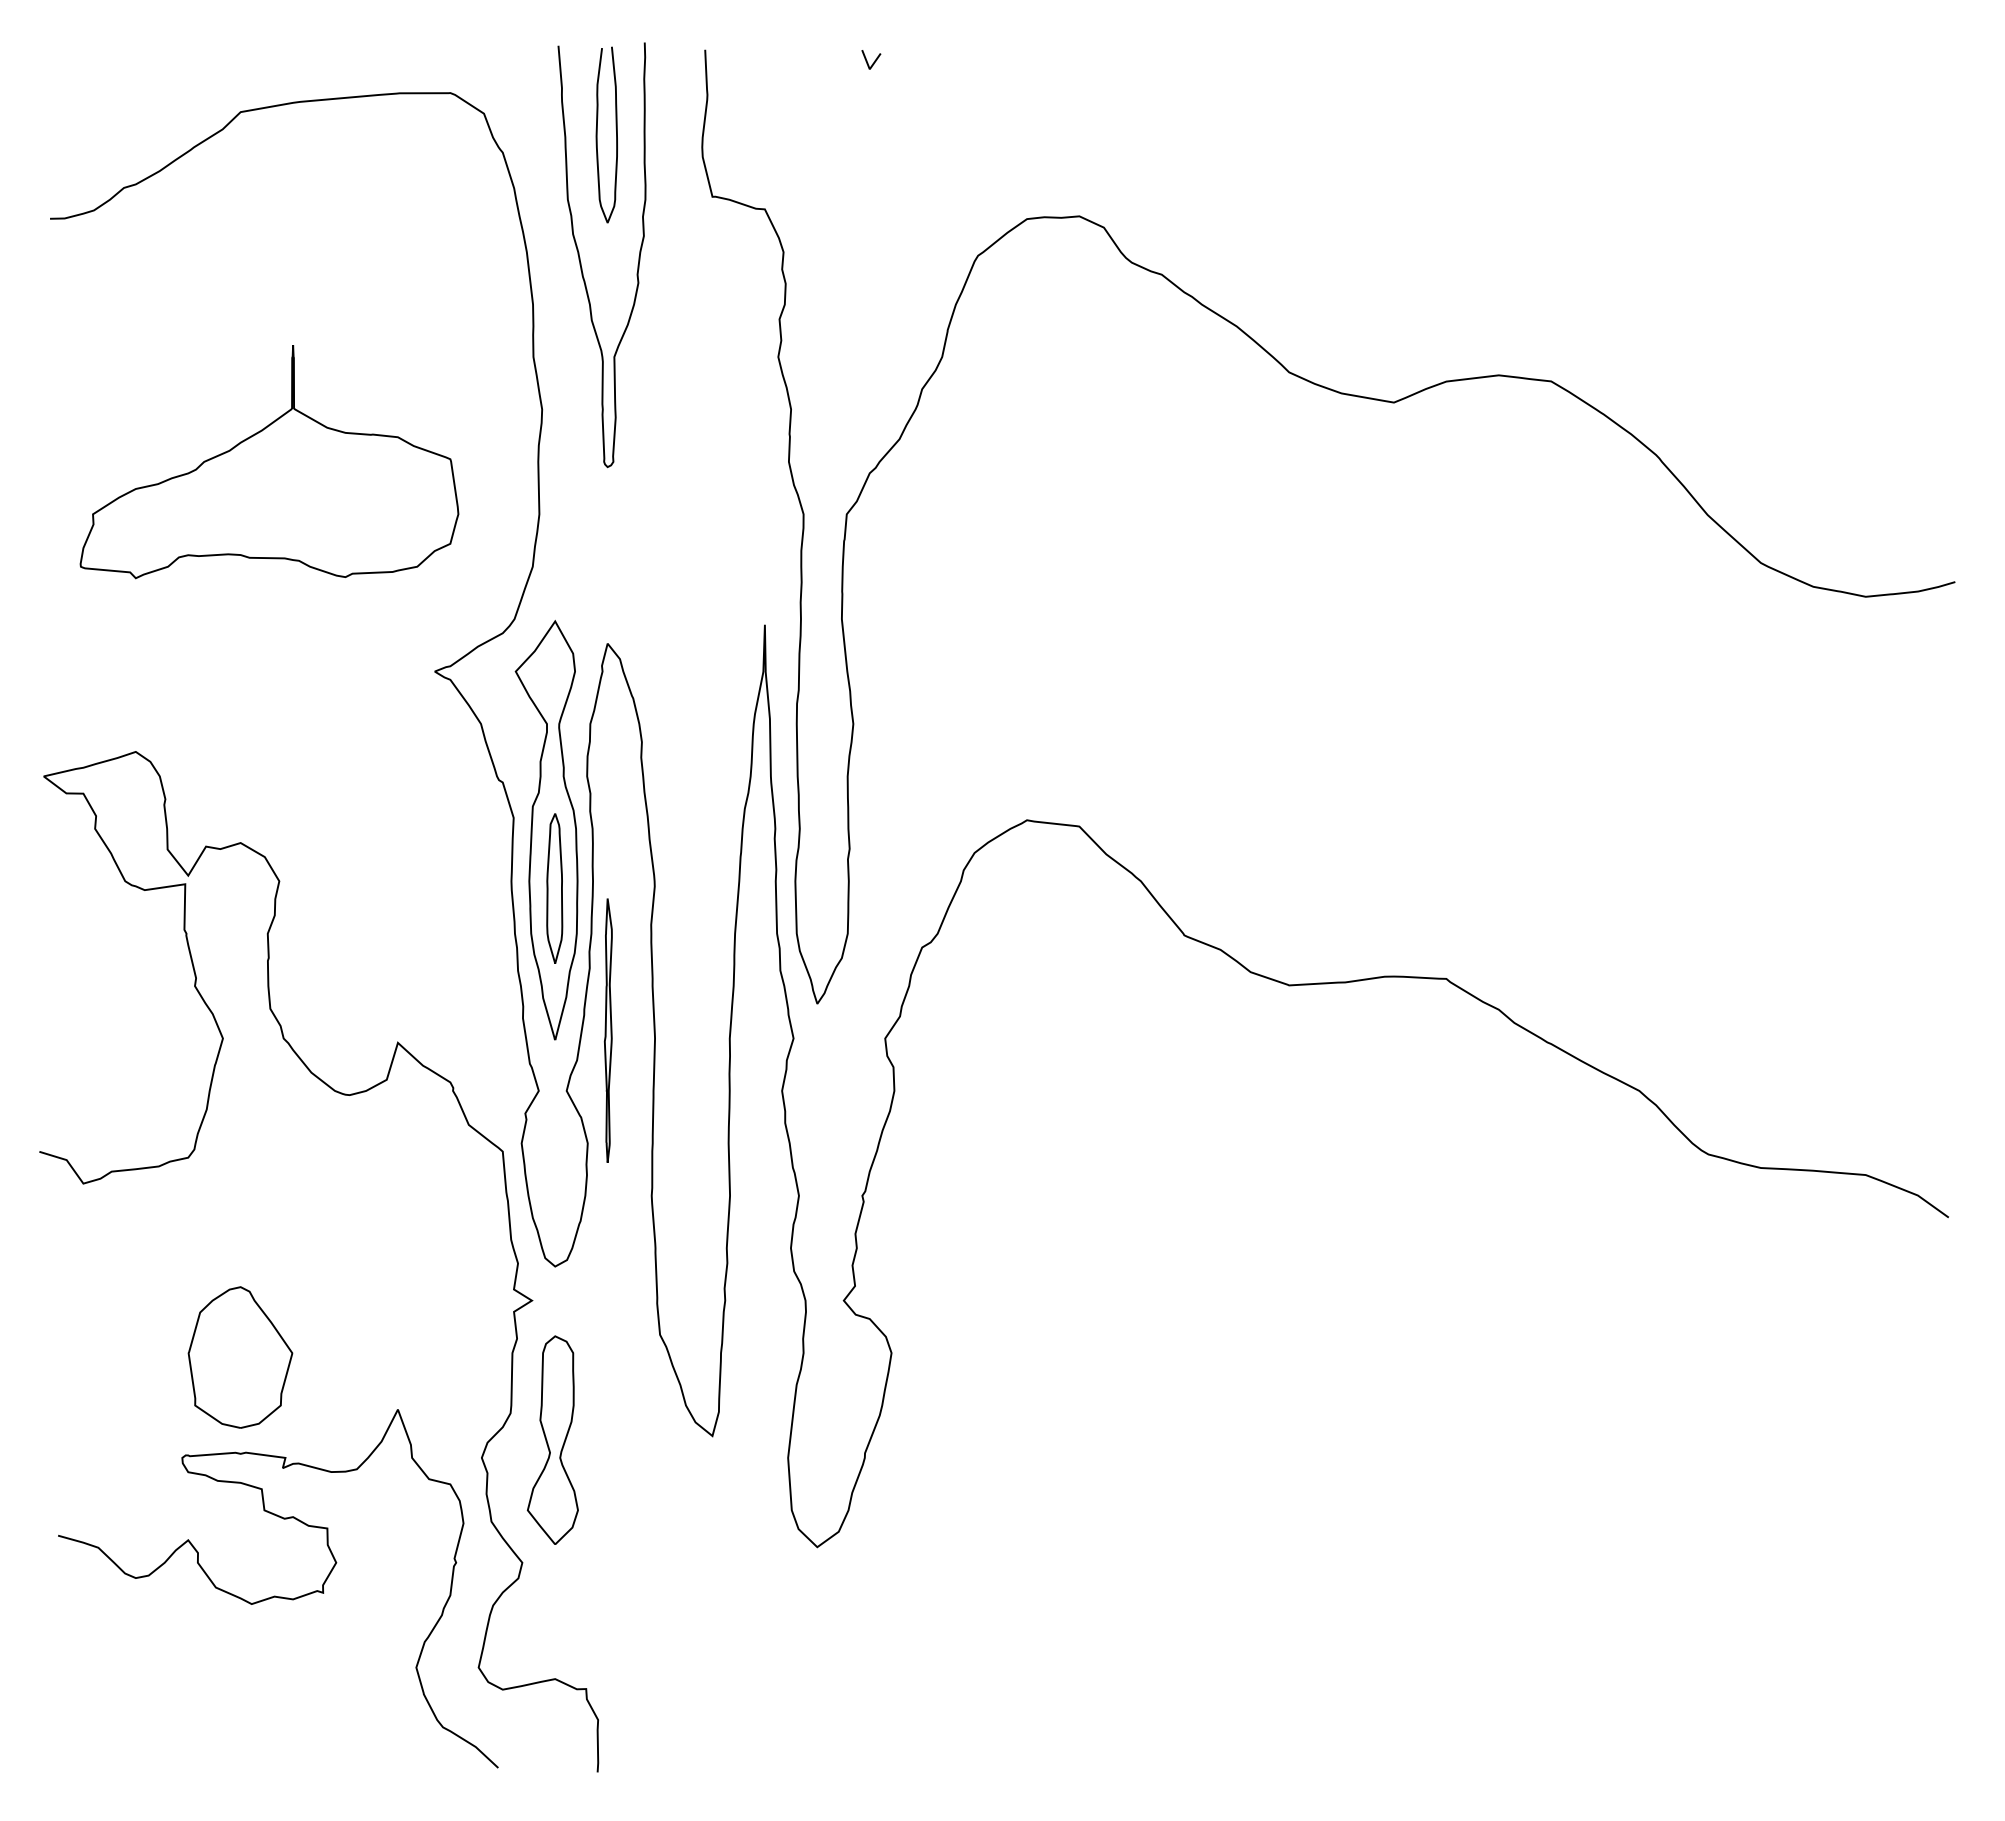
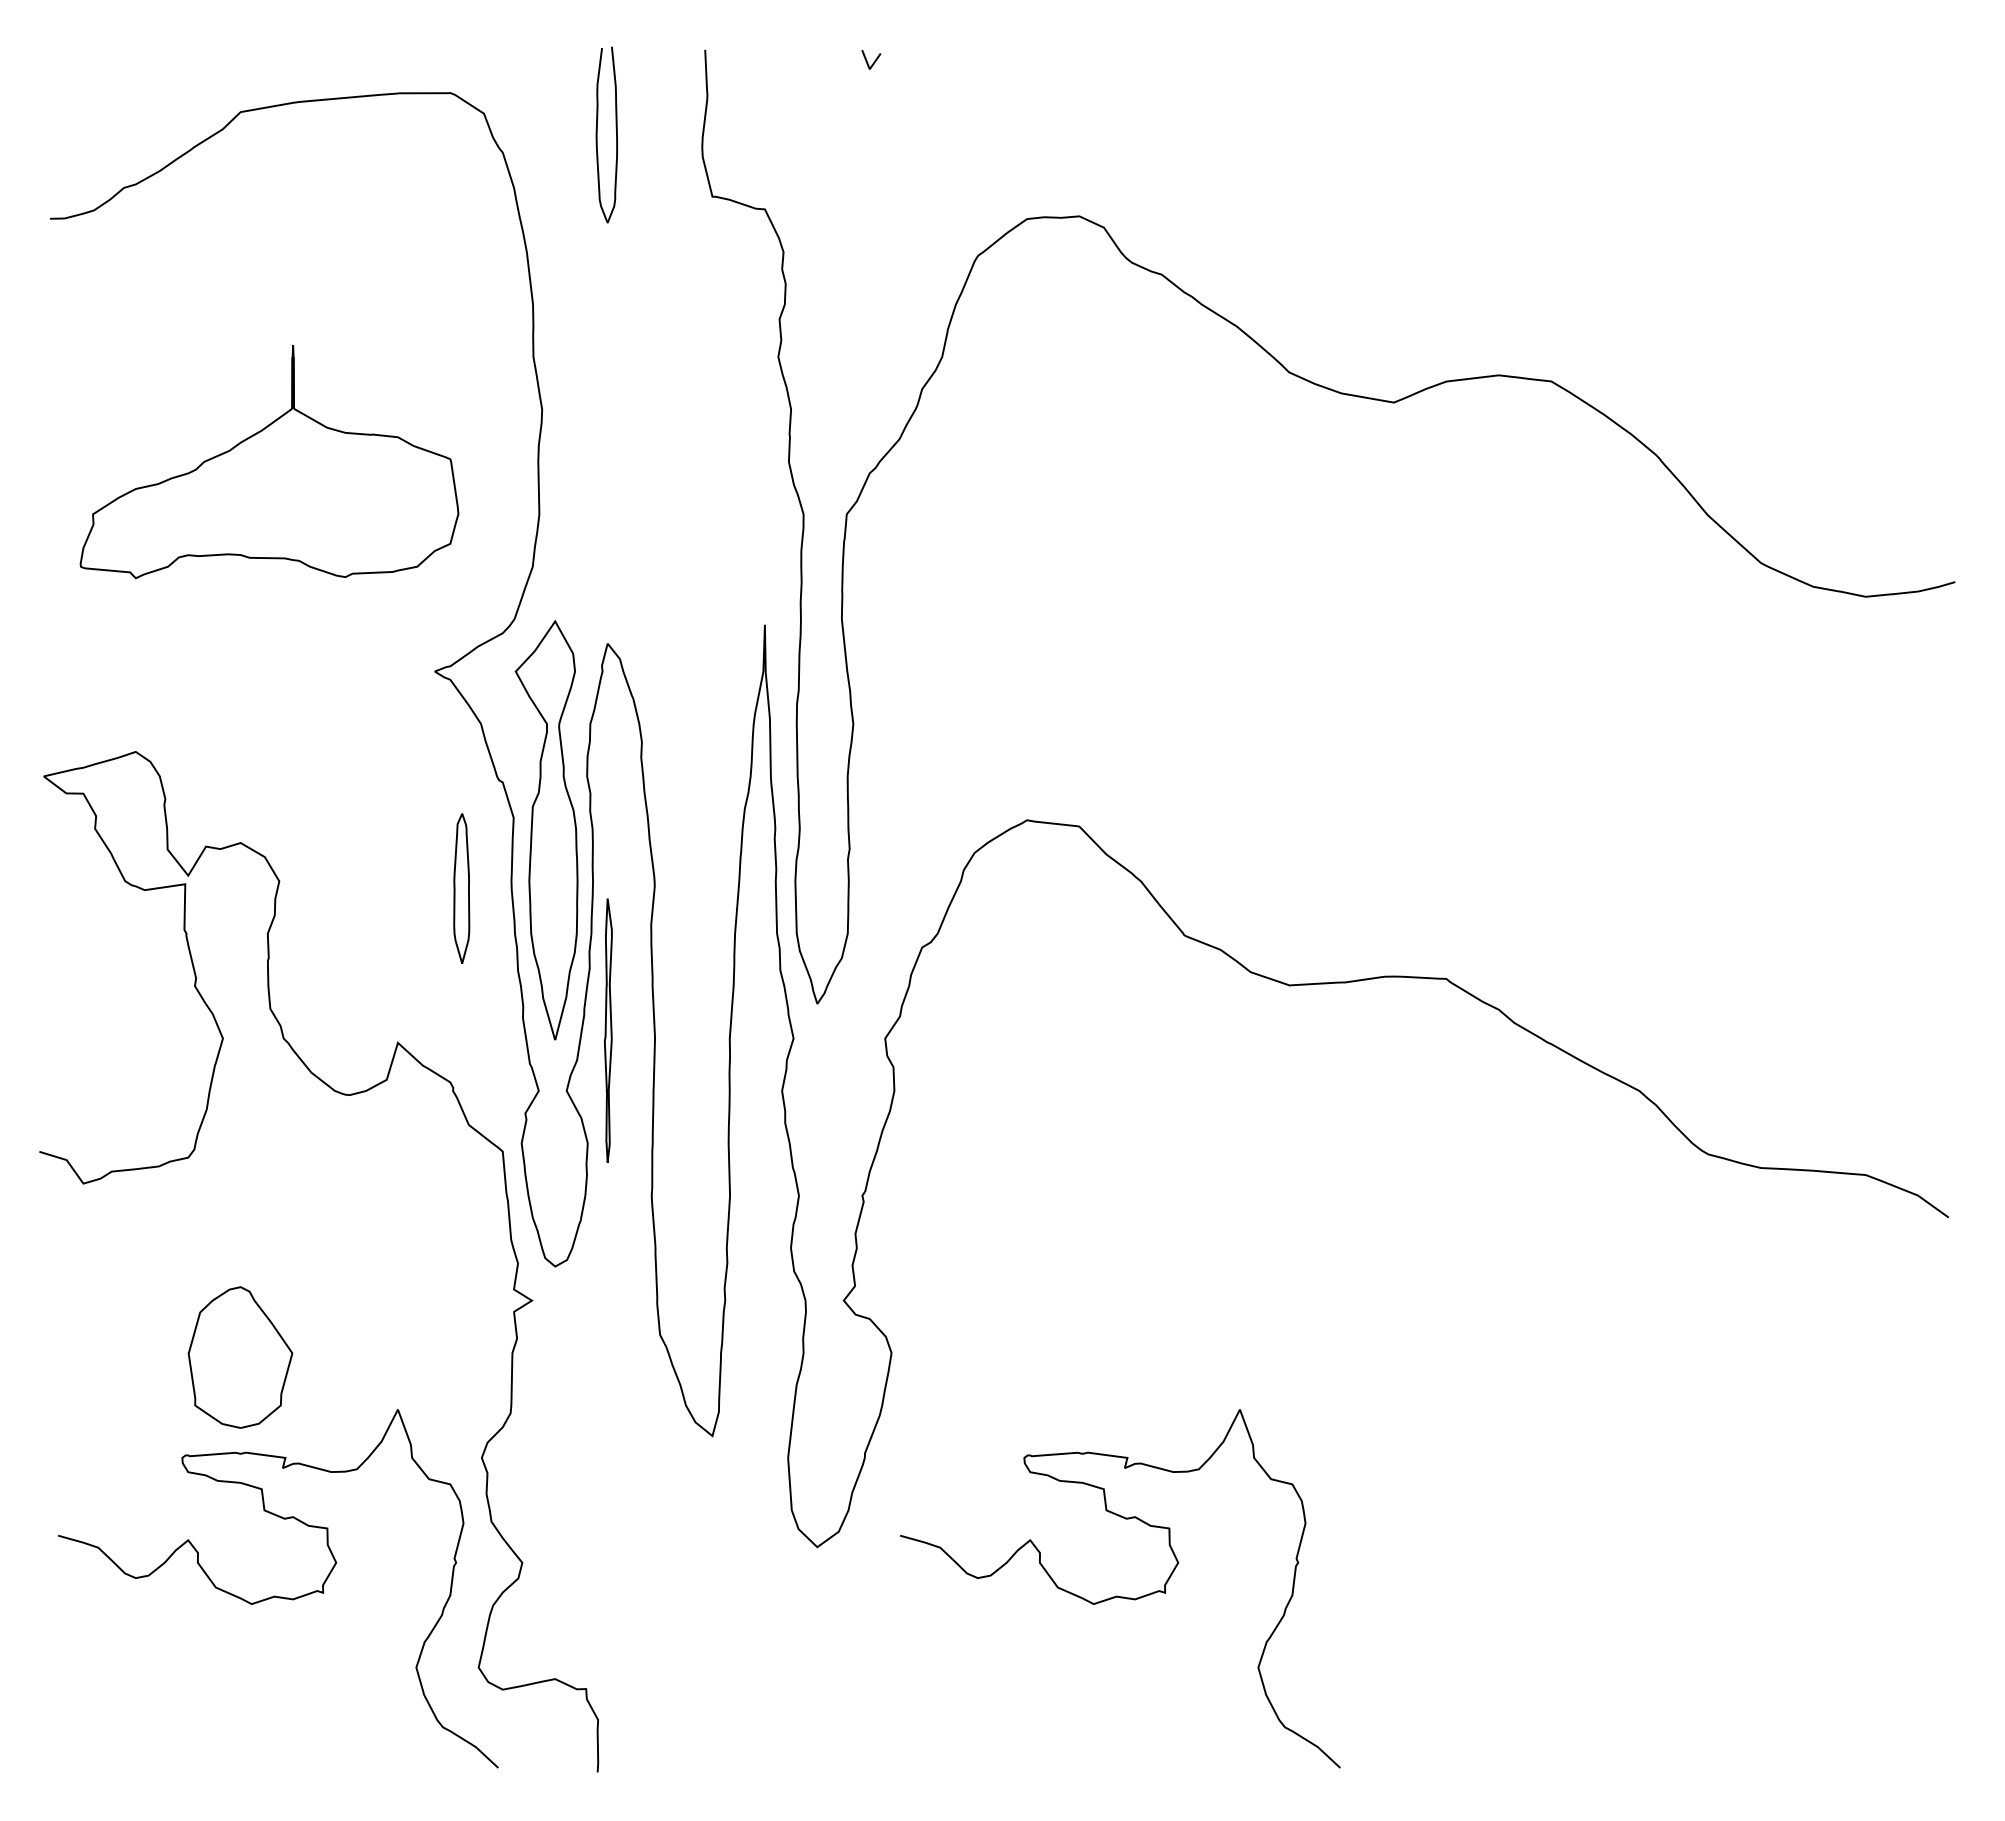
curve at (580, 257): present -> none
part at (554, 888) position: (554, 888) -> (461, 888)
part at (552, 1439): present -> none
curve at (1117, 1595): none -> present
